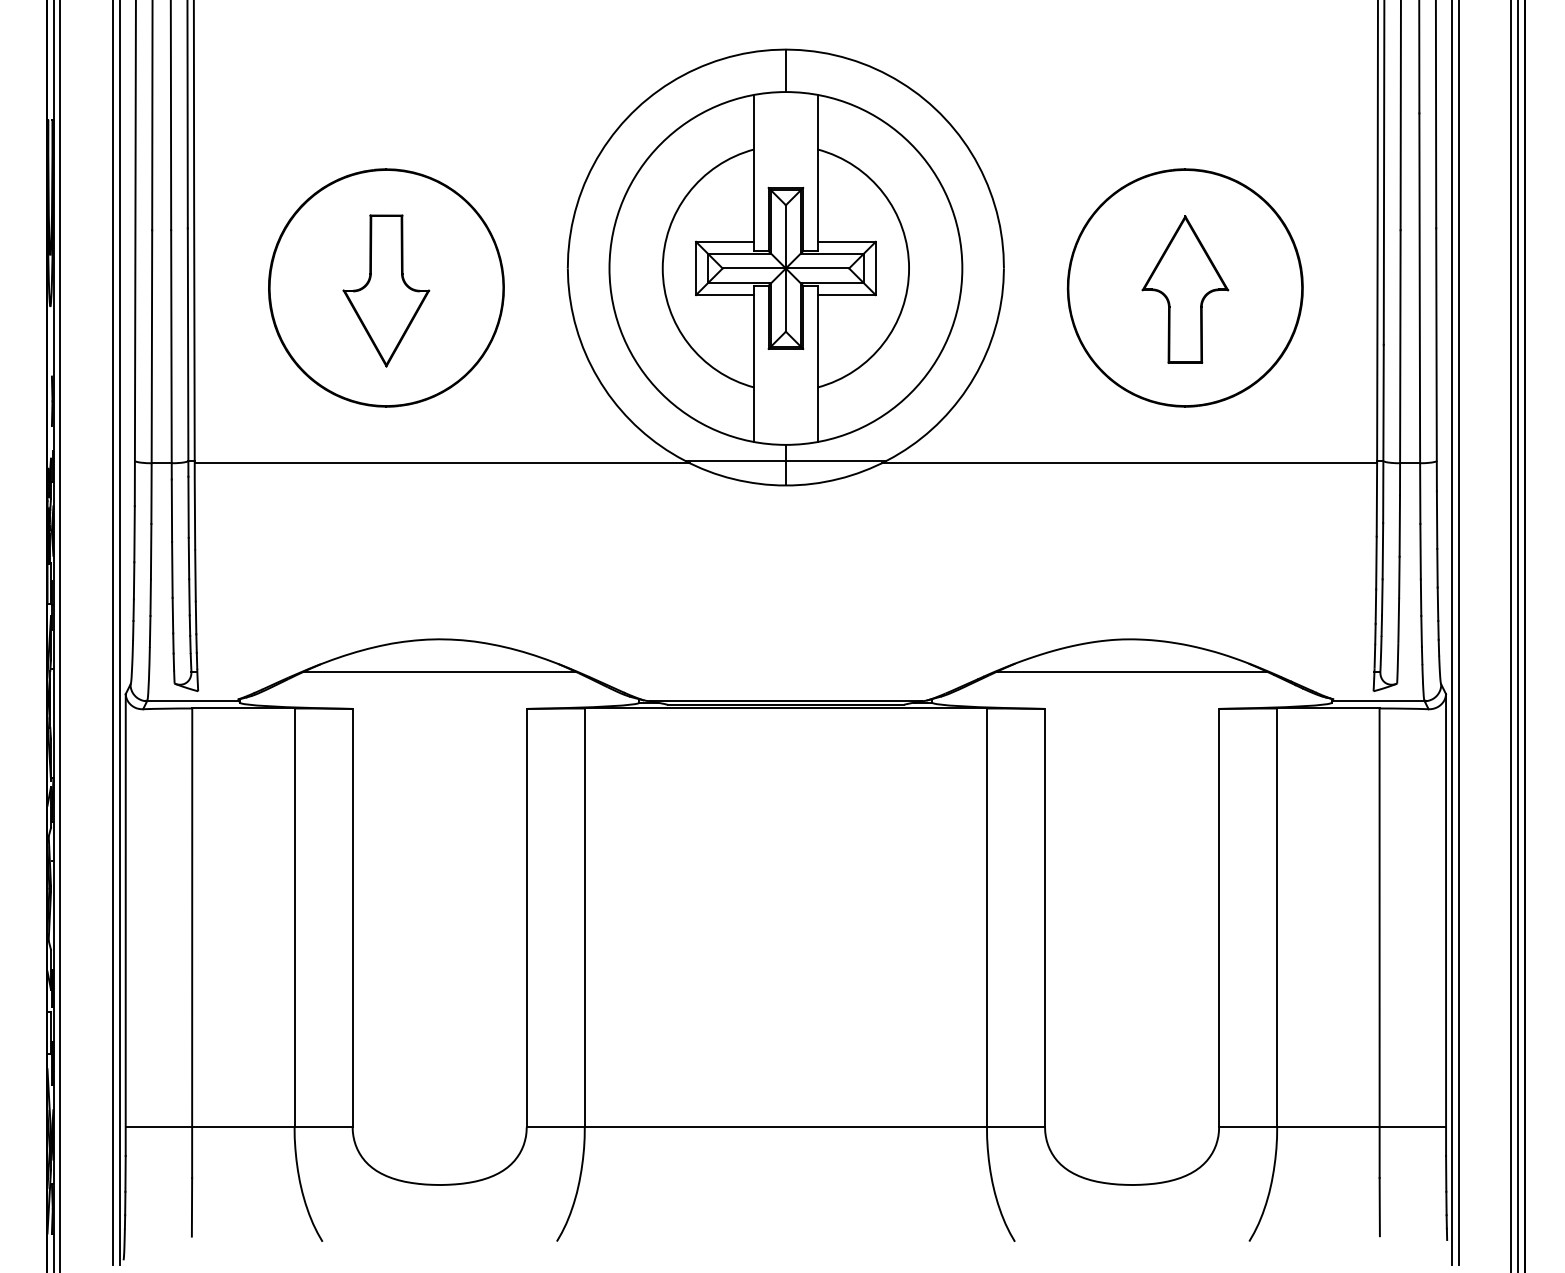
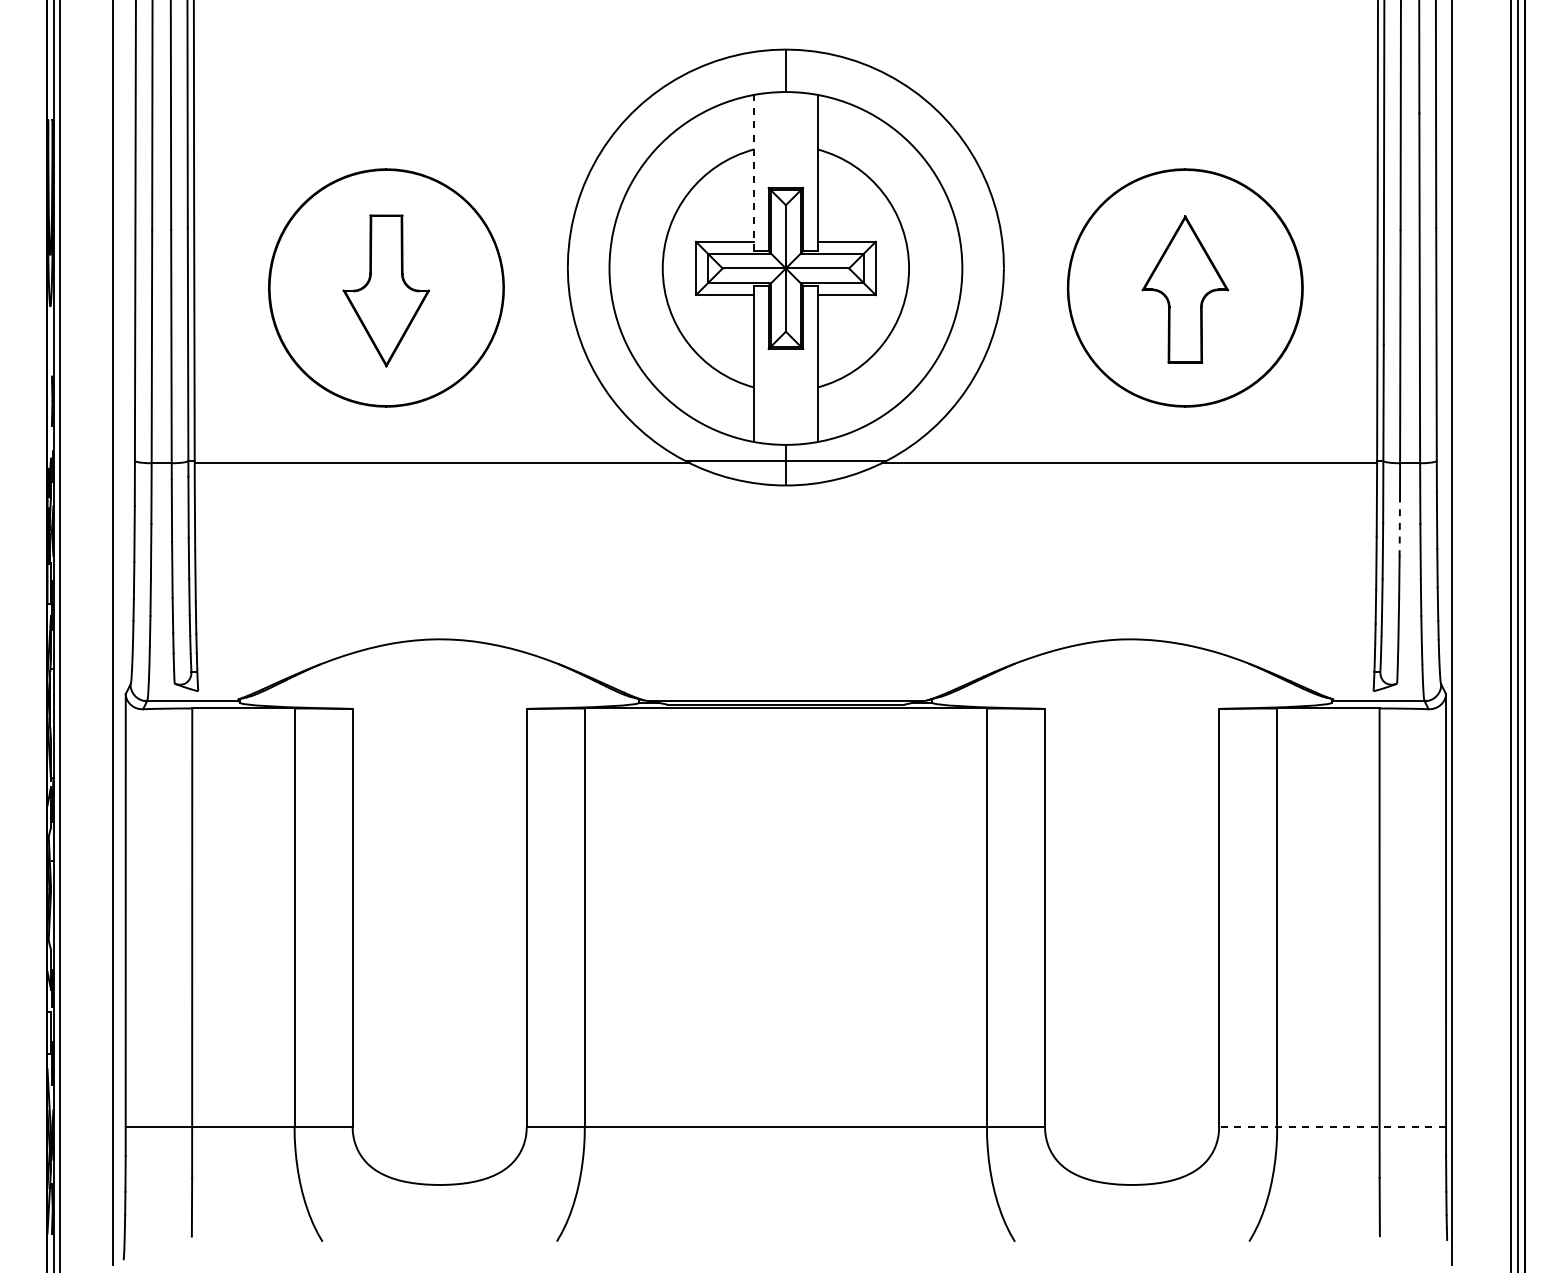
line at (754, 172): solid -> dashed
line at (1399, 526): solid -> dashed
line at (120, 633): present -> none
line at (1458, 633): present -> none
line at (439, 672): present -> none
line at (1131, 672): present -> none
line at (1332, 1127): solid -> dashed
